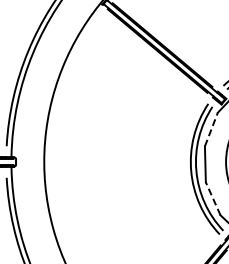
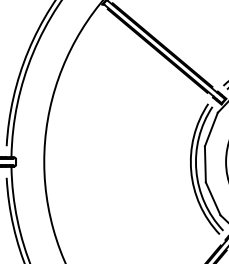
line at (211, 129): dashed -> solid
line at (213, 198): dashed -> solid
